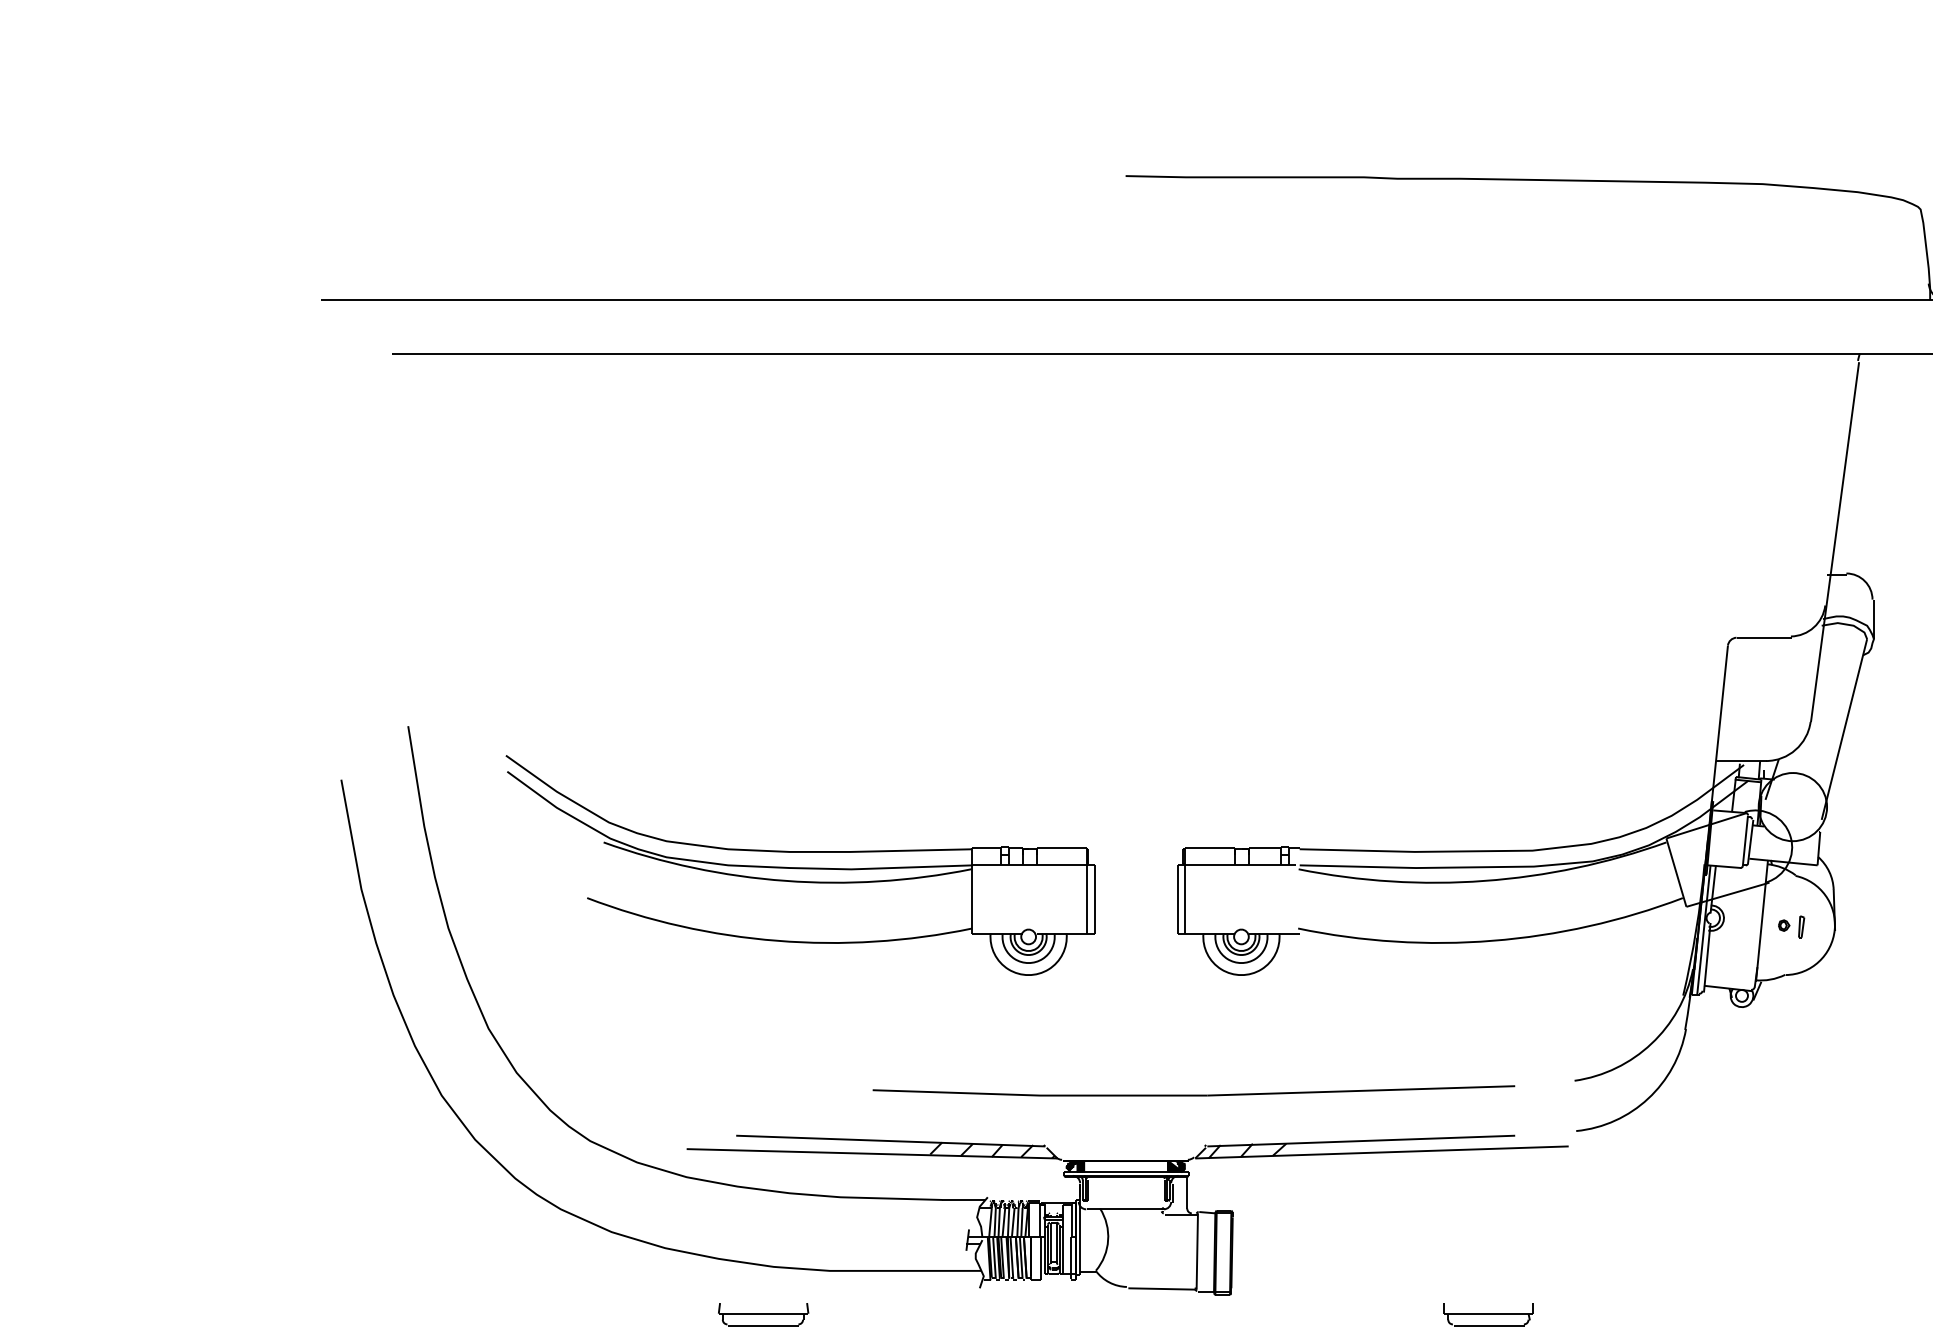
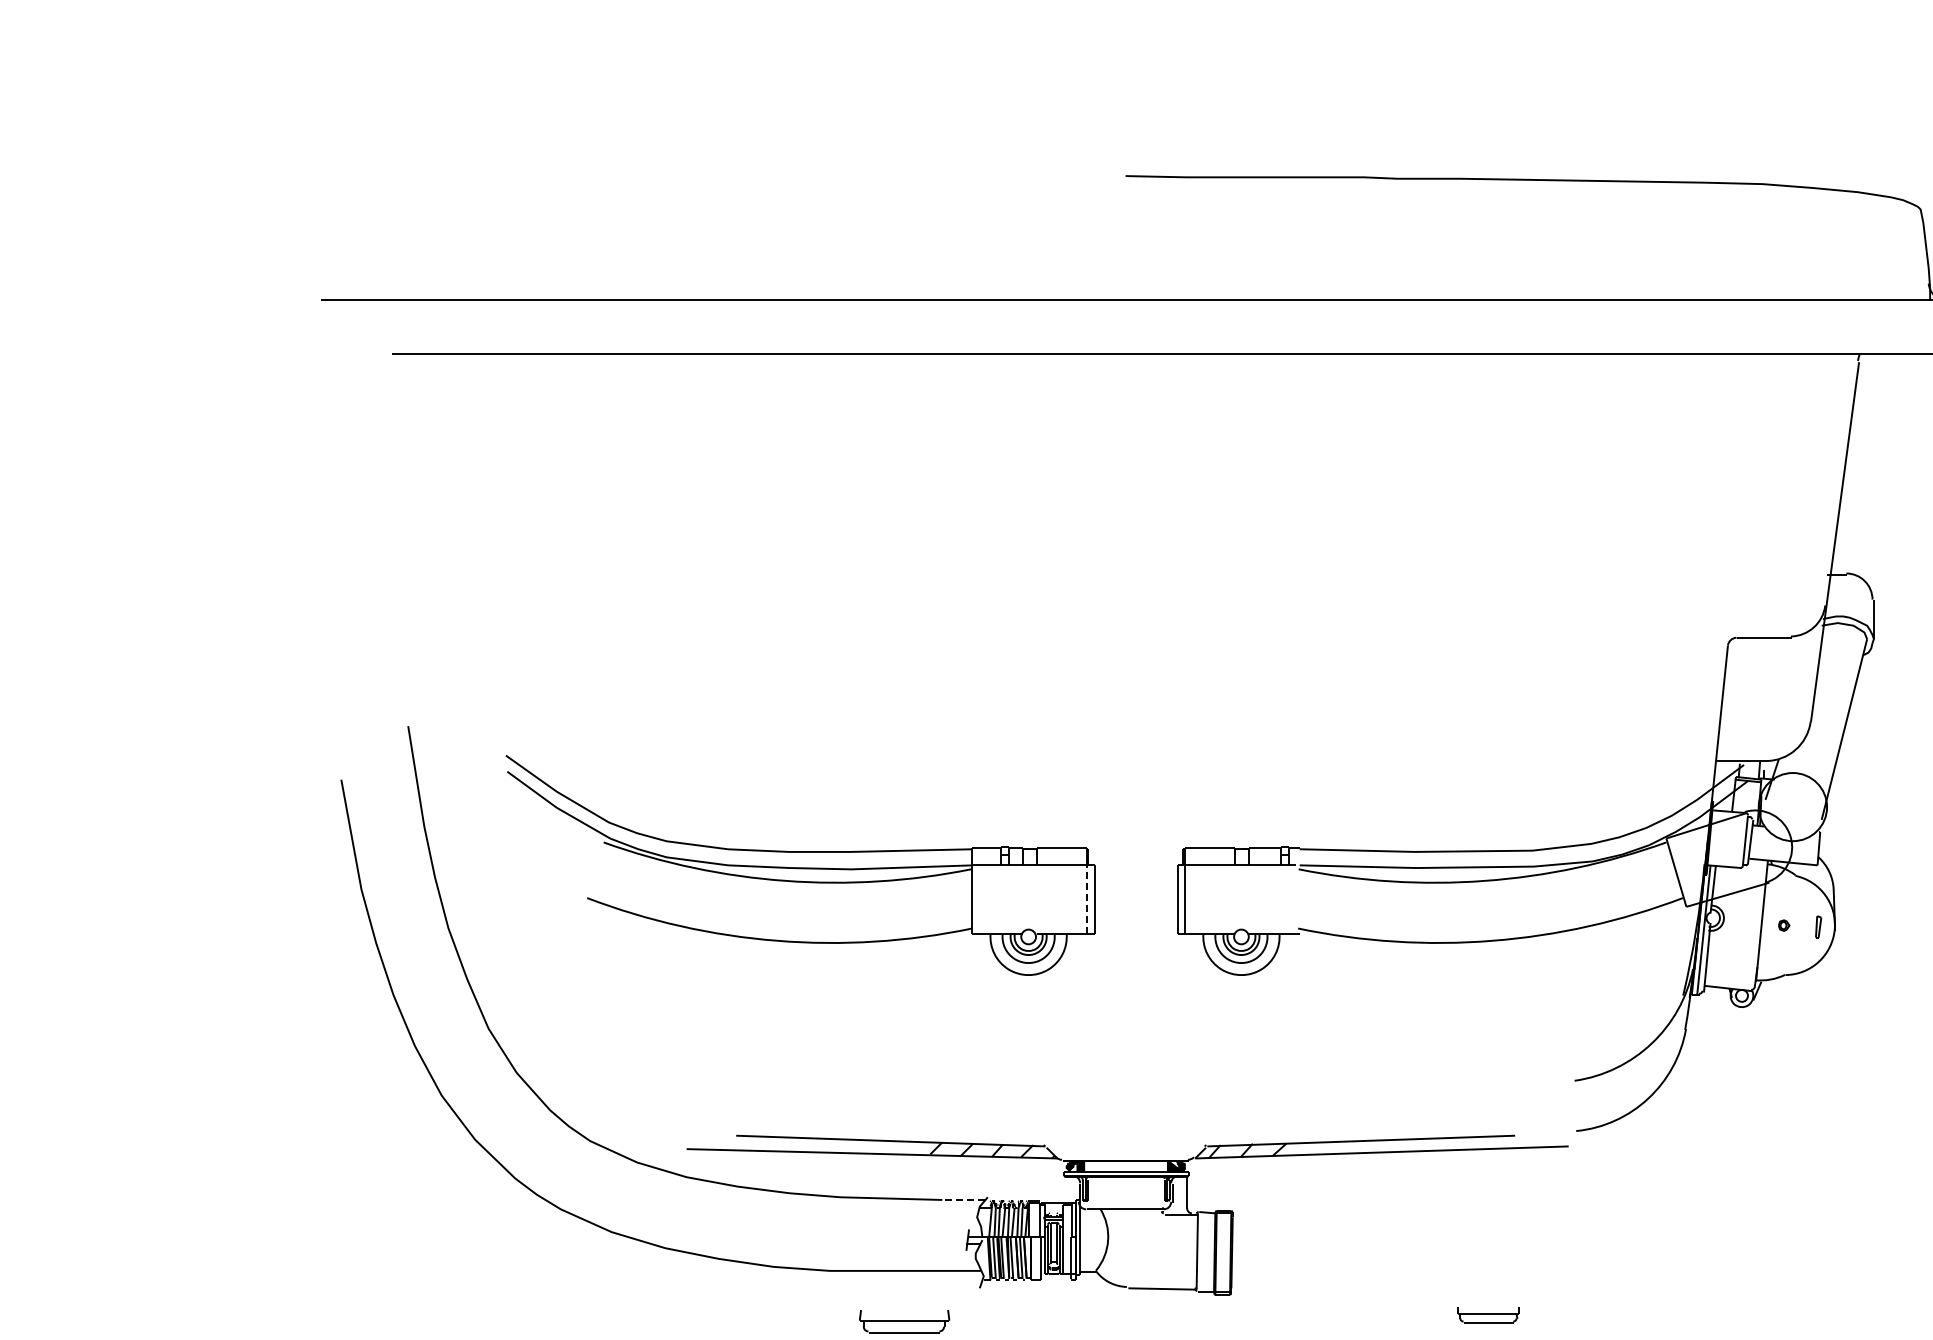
line at (1086, 898): solid -> dashed
part at (1801, 926) position: (1801, 926) -> (1818, 926)
part at (1193, 1090): present -> none
line at (963, 1199): solid -> dashed
part at (763, 1314) position: (763, 1314) -> (904, 1321)
part at (1488, 1314) size: 91x24 px -> 63x17 px
